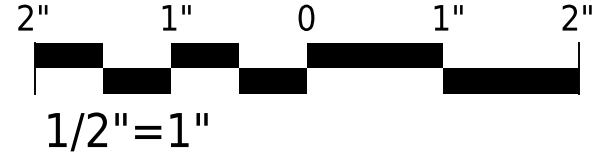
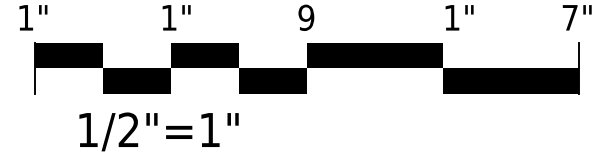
text at (25, 17): 2" -> 1"
text at (306, 17): 0 -> 9
text at (448, 17) position: (448, 17) -> (459, 17)
text at (569, 17): 2" -> 7"
text at (127, 131) position: (127, 131) -> (158, 131)
